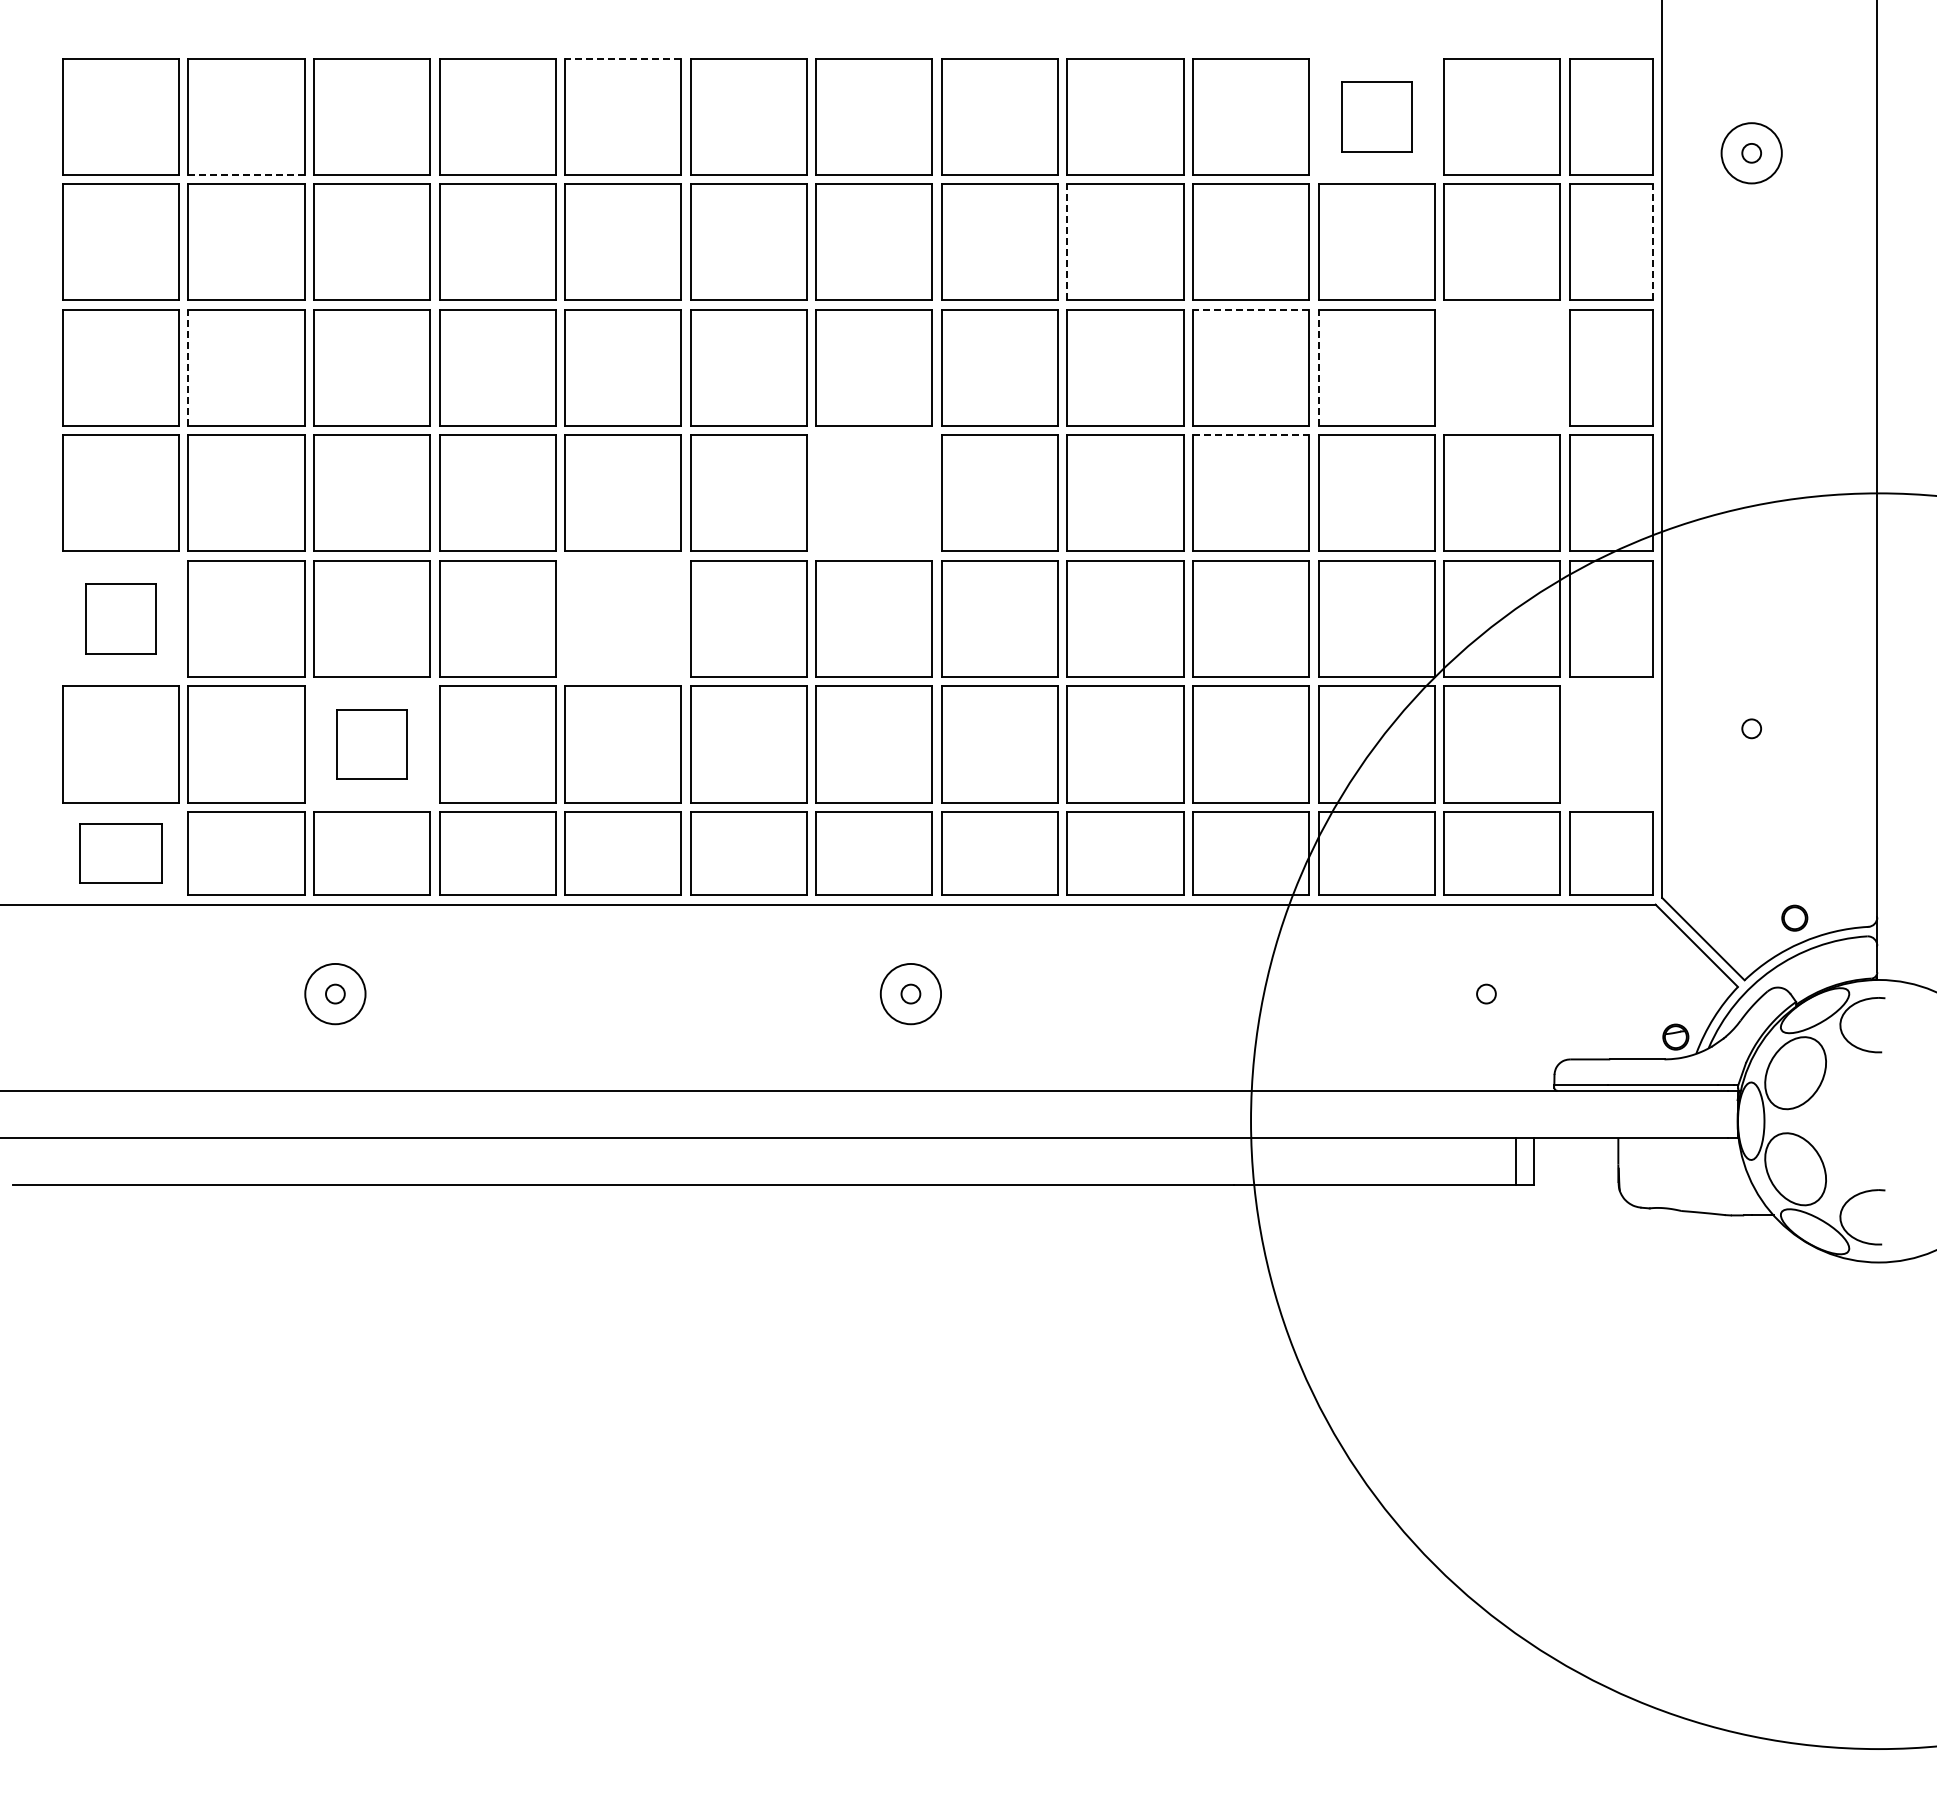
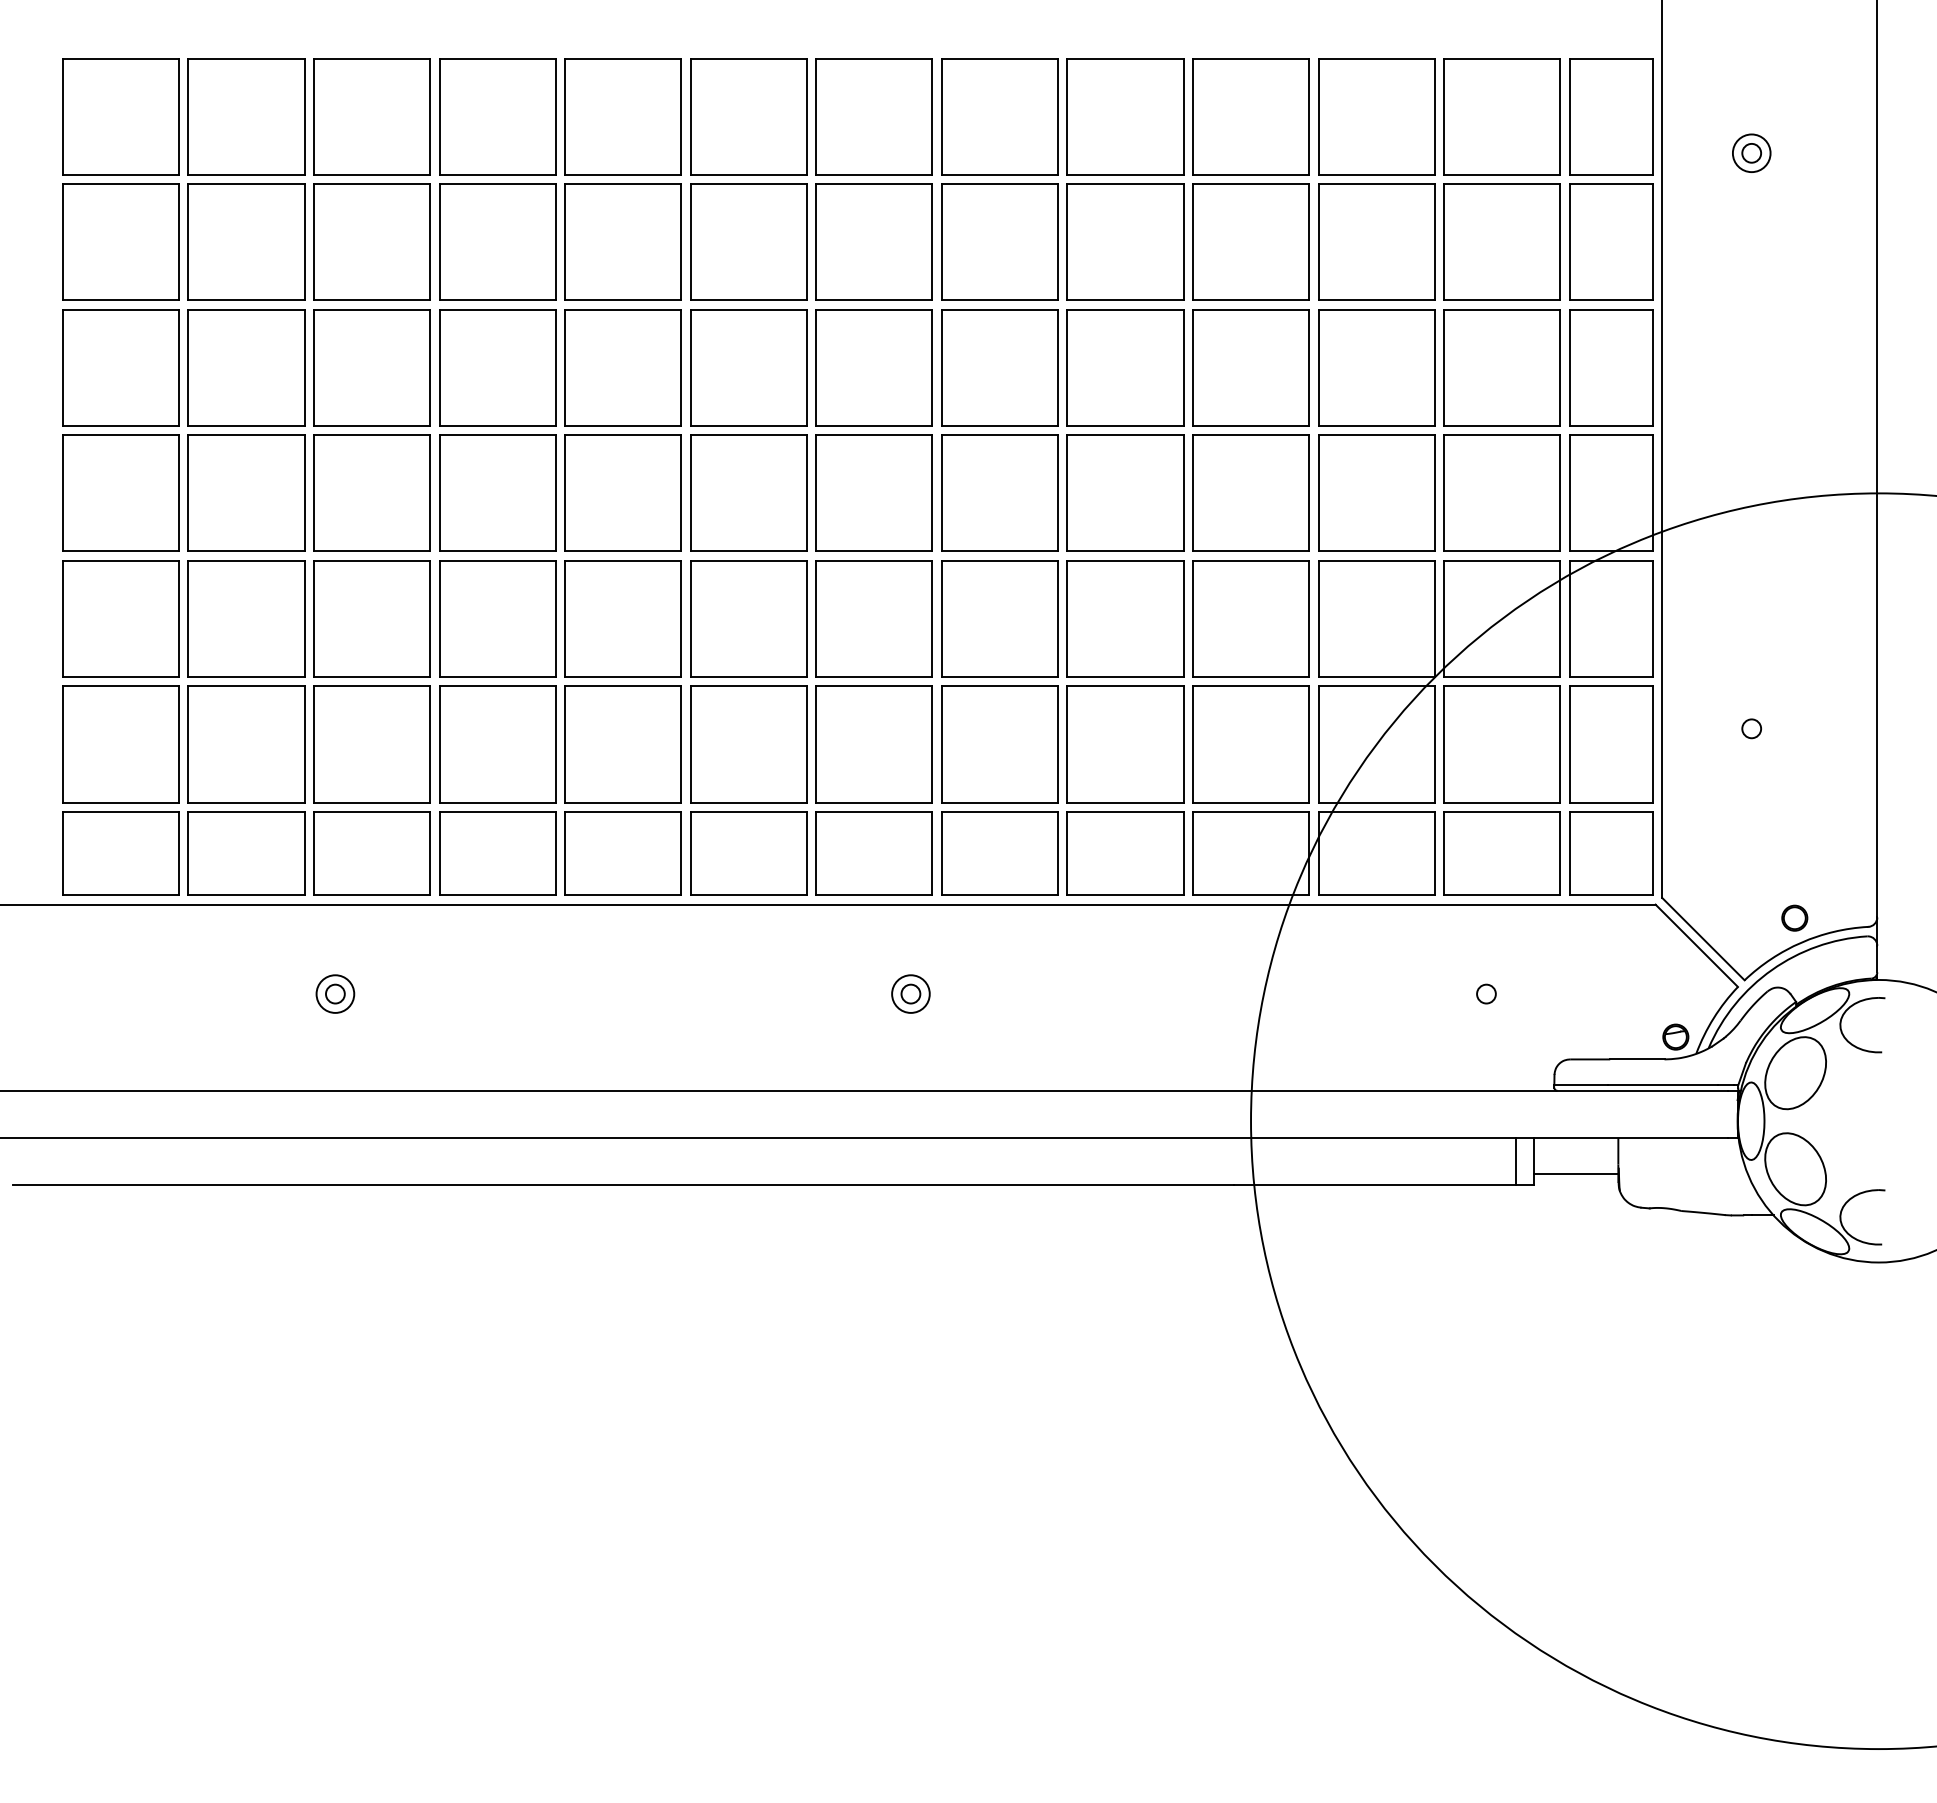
line at (622, 58): dashed -> solid
part at (1376, 116) size: 72x72 px -> 118x118 px
circle at (1751, 153) diameter: 60 px -> 38 px
line at (246, 174): dashed -> solid
line at (1067, 241): dashed -> solid
line at (1652, 241): dashed -> solid
line at (1250, 309): dashed -> solid
line at (188, 367): dashed -> solid
line at (1318, 367): dashed -> solid
part at (1501, 367): none -> present
line at (1251, 435): dashed -> solid
part at (873, 492): none -> present
part at (120, 618) size: 72x72 px -> 118x118 px
part at (622, 618): none -> present
part at (371, 744) size: 72x71 px -> 118x119 px
part at (1611, 744): none -> present
part at (120, 853) size: 84x61 px -> 118x85 px
circle at (335, 993) diameter: 60 px -> 38 px
circle at (910, 993) diameter: 60 px -> 38 px
line at (1575, 1174): none -> present
